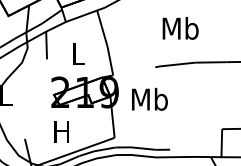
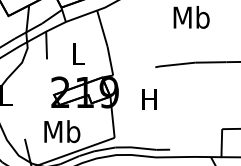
text at (180, 28) position: (180, 28) -> (191, 17)
text at (149, 98): Mb -> H
text at (62, 131): H -> Mb
